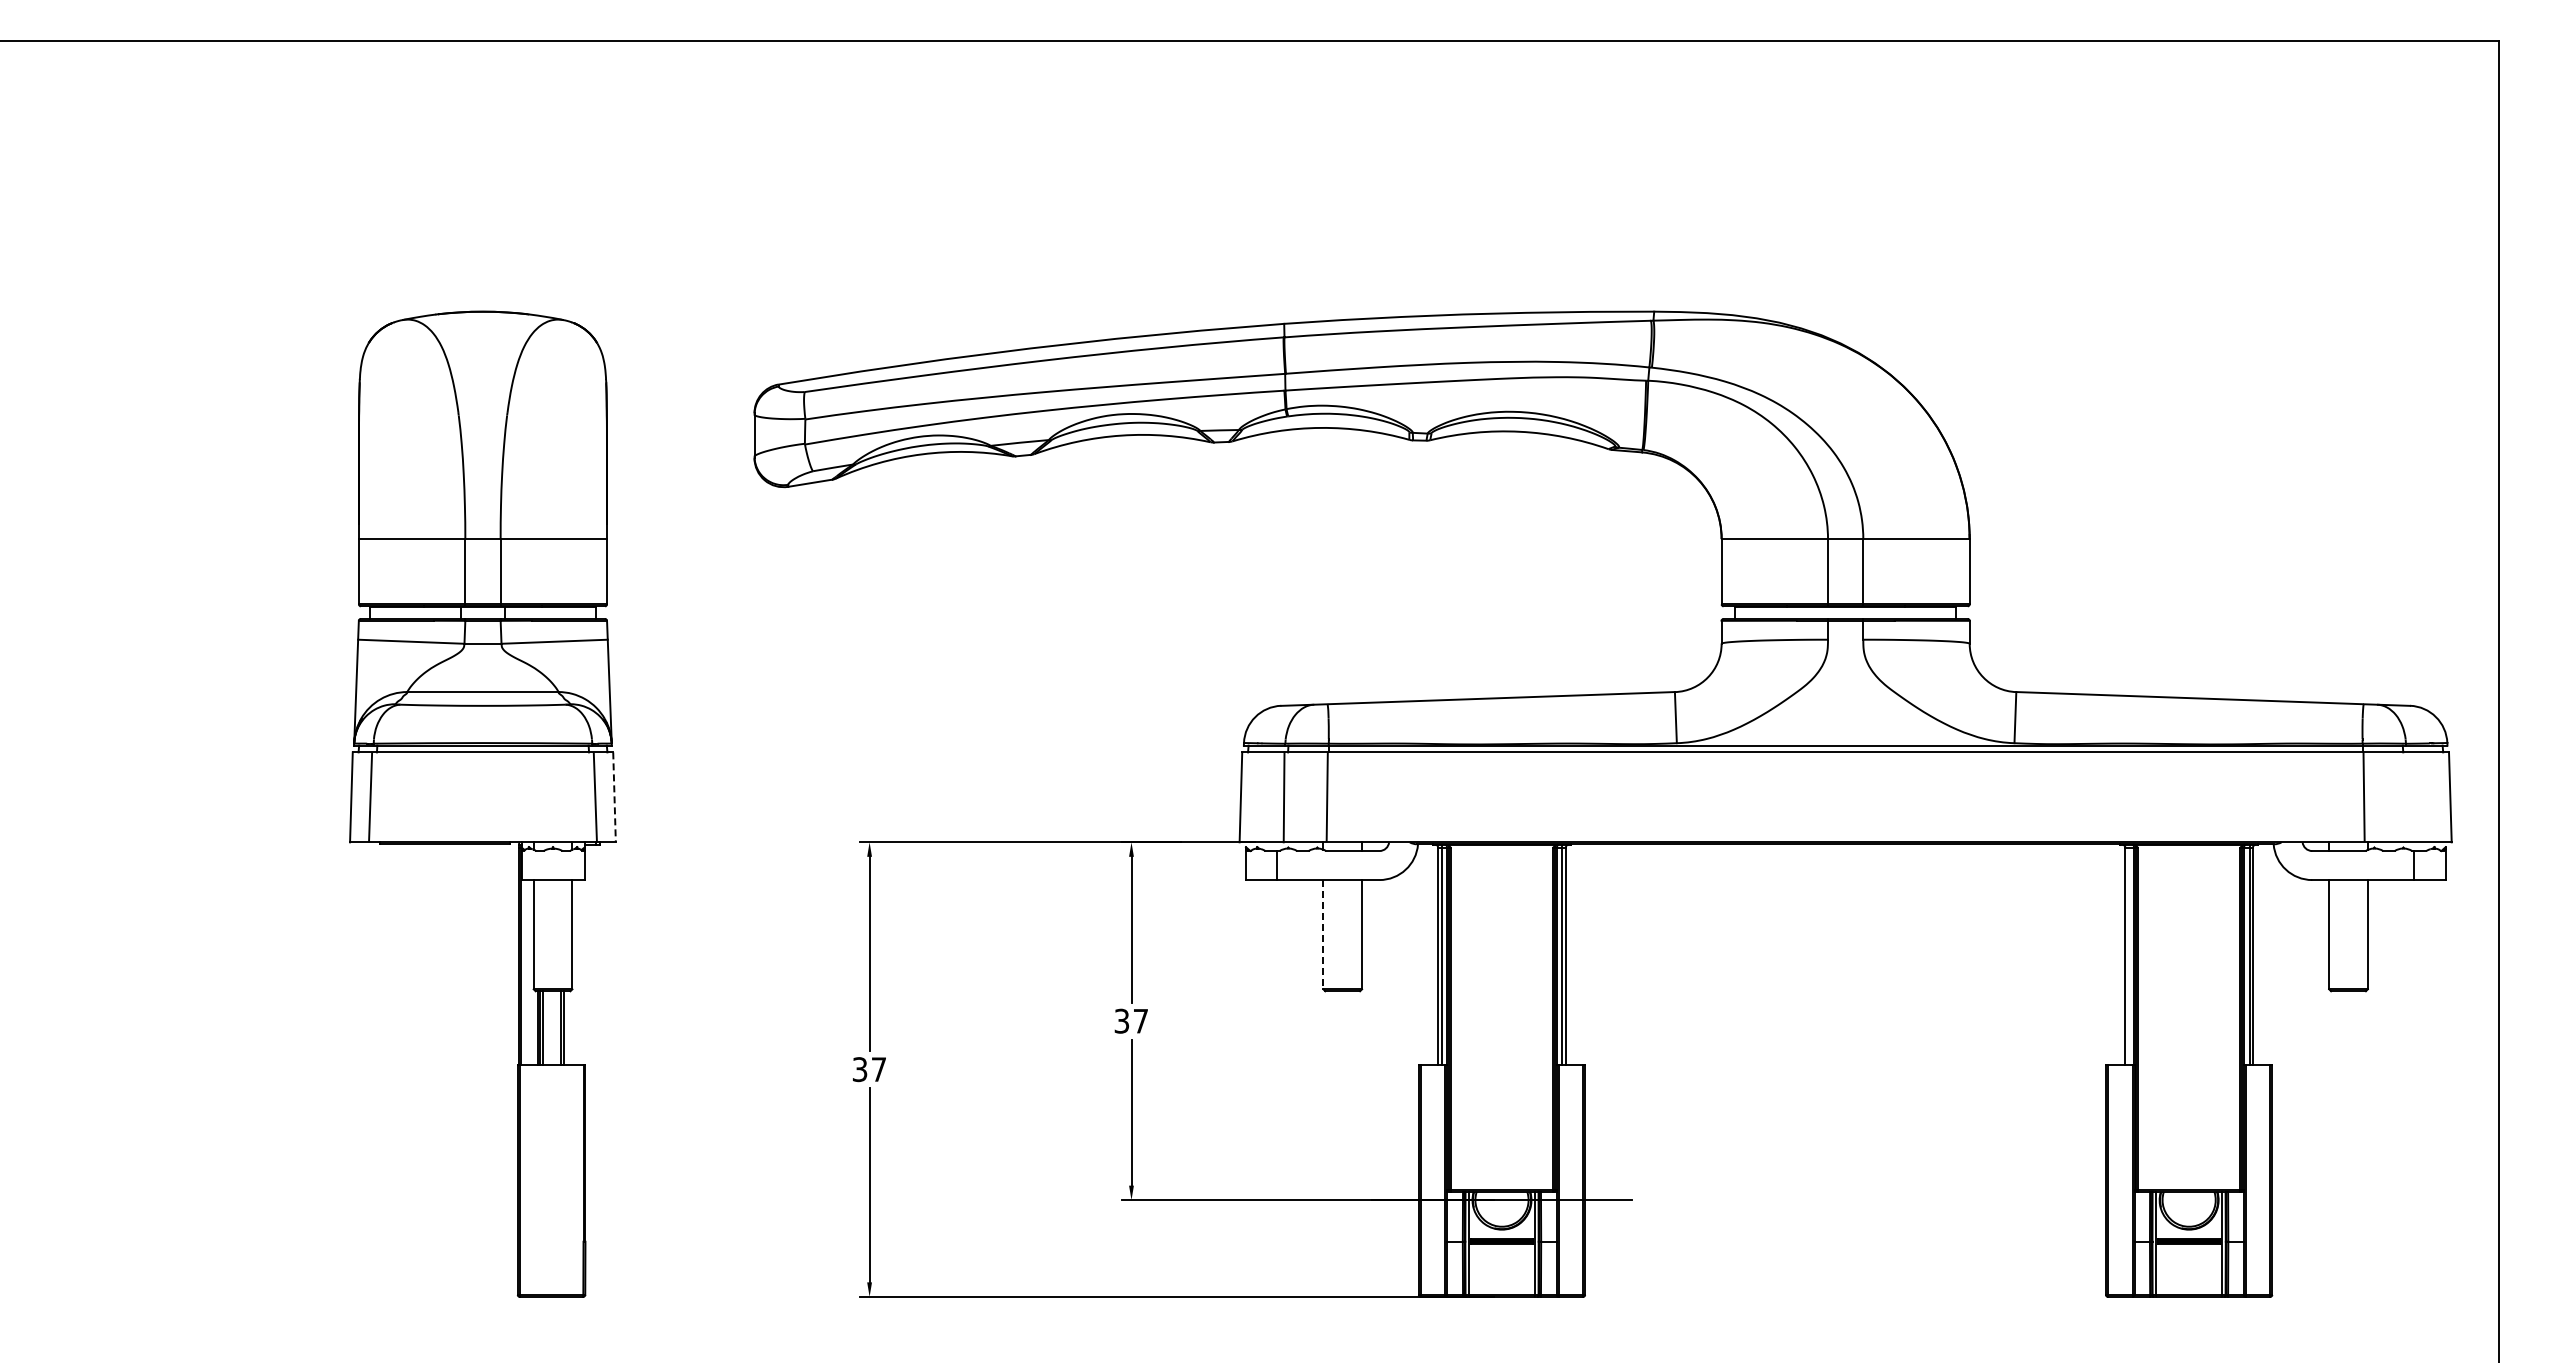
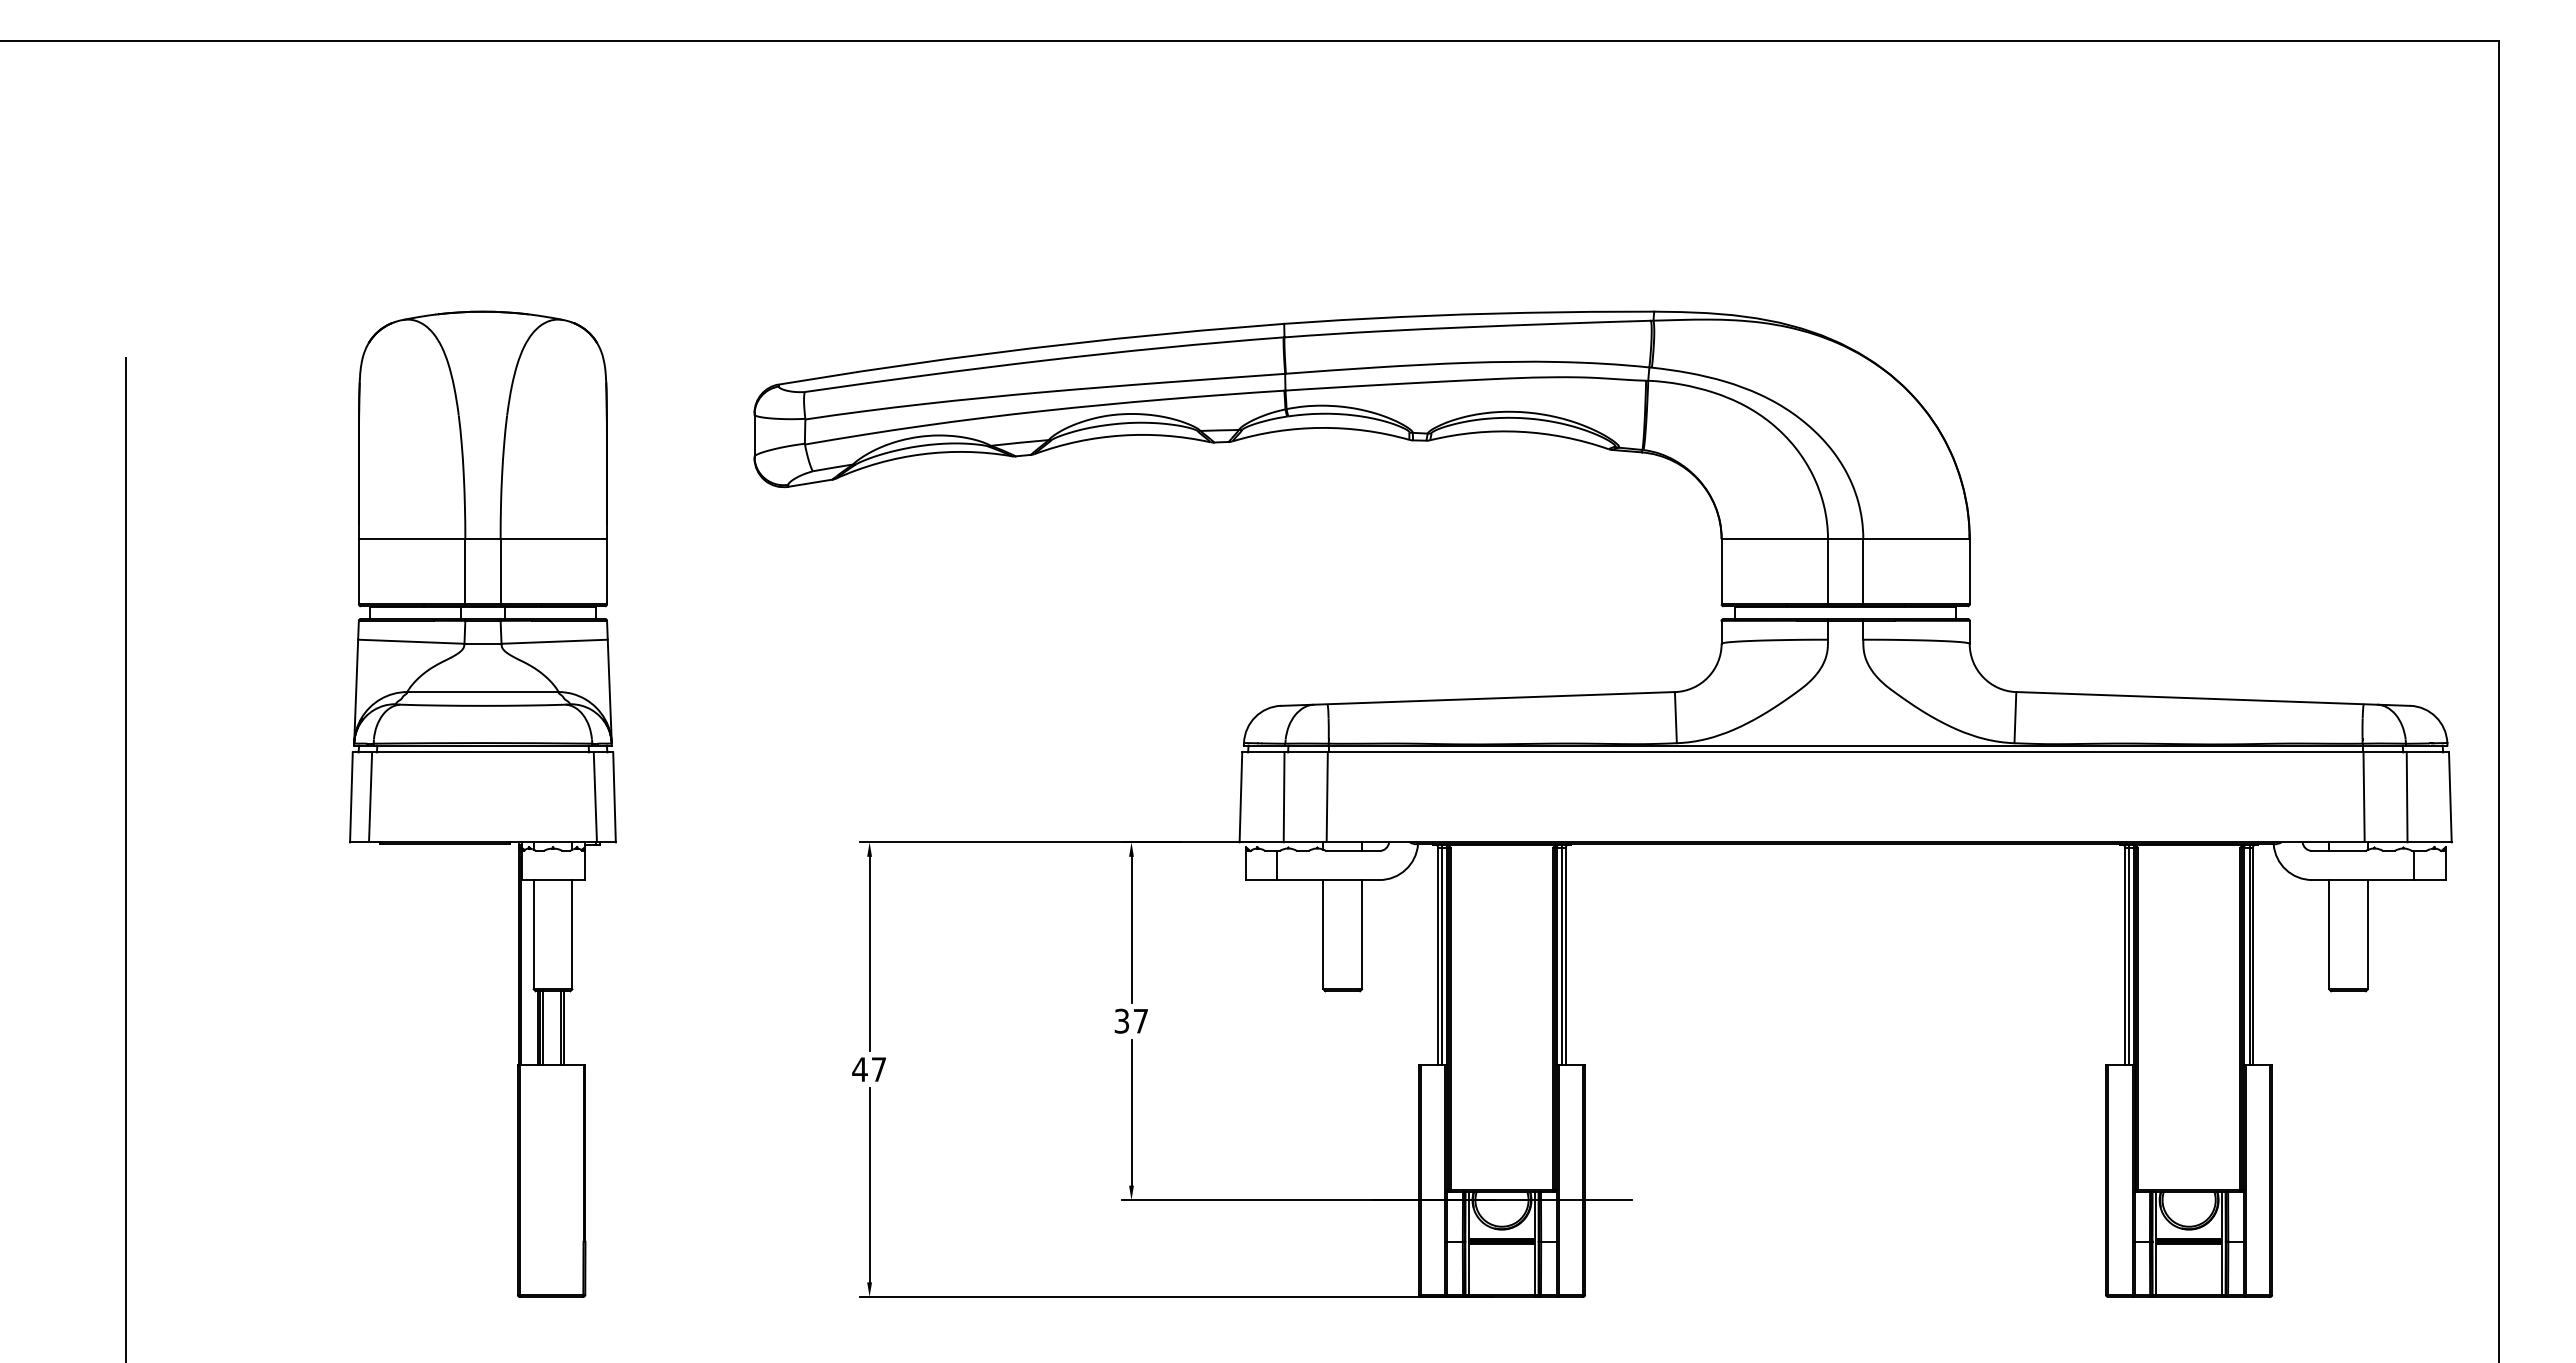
line at (614, 797): dashed -> solid
line at (2406, 797): none -> present
line at (125, 858): none -> present
line at (1323, 934): dashed -> solid
line at (2128, 954): none -> present
text at (859, 1069): 37 -> 47
